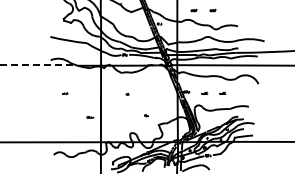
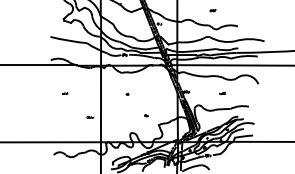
part at (193, 10): present -> none
line at (39, 65): dashed -> solid
part at (204, 92): present -> none
